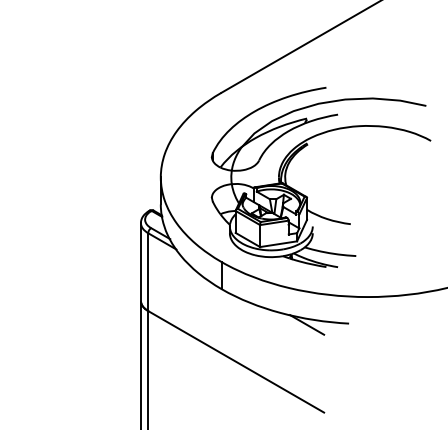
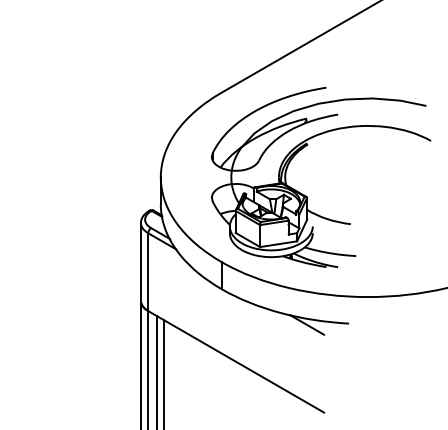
line at (157, 371): none -> present
line at (164, 373): none -> present
